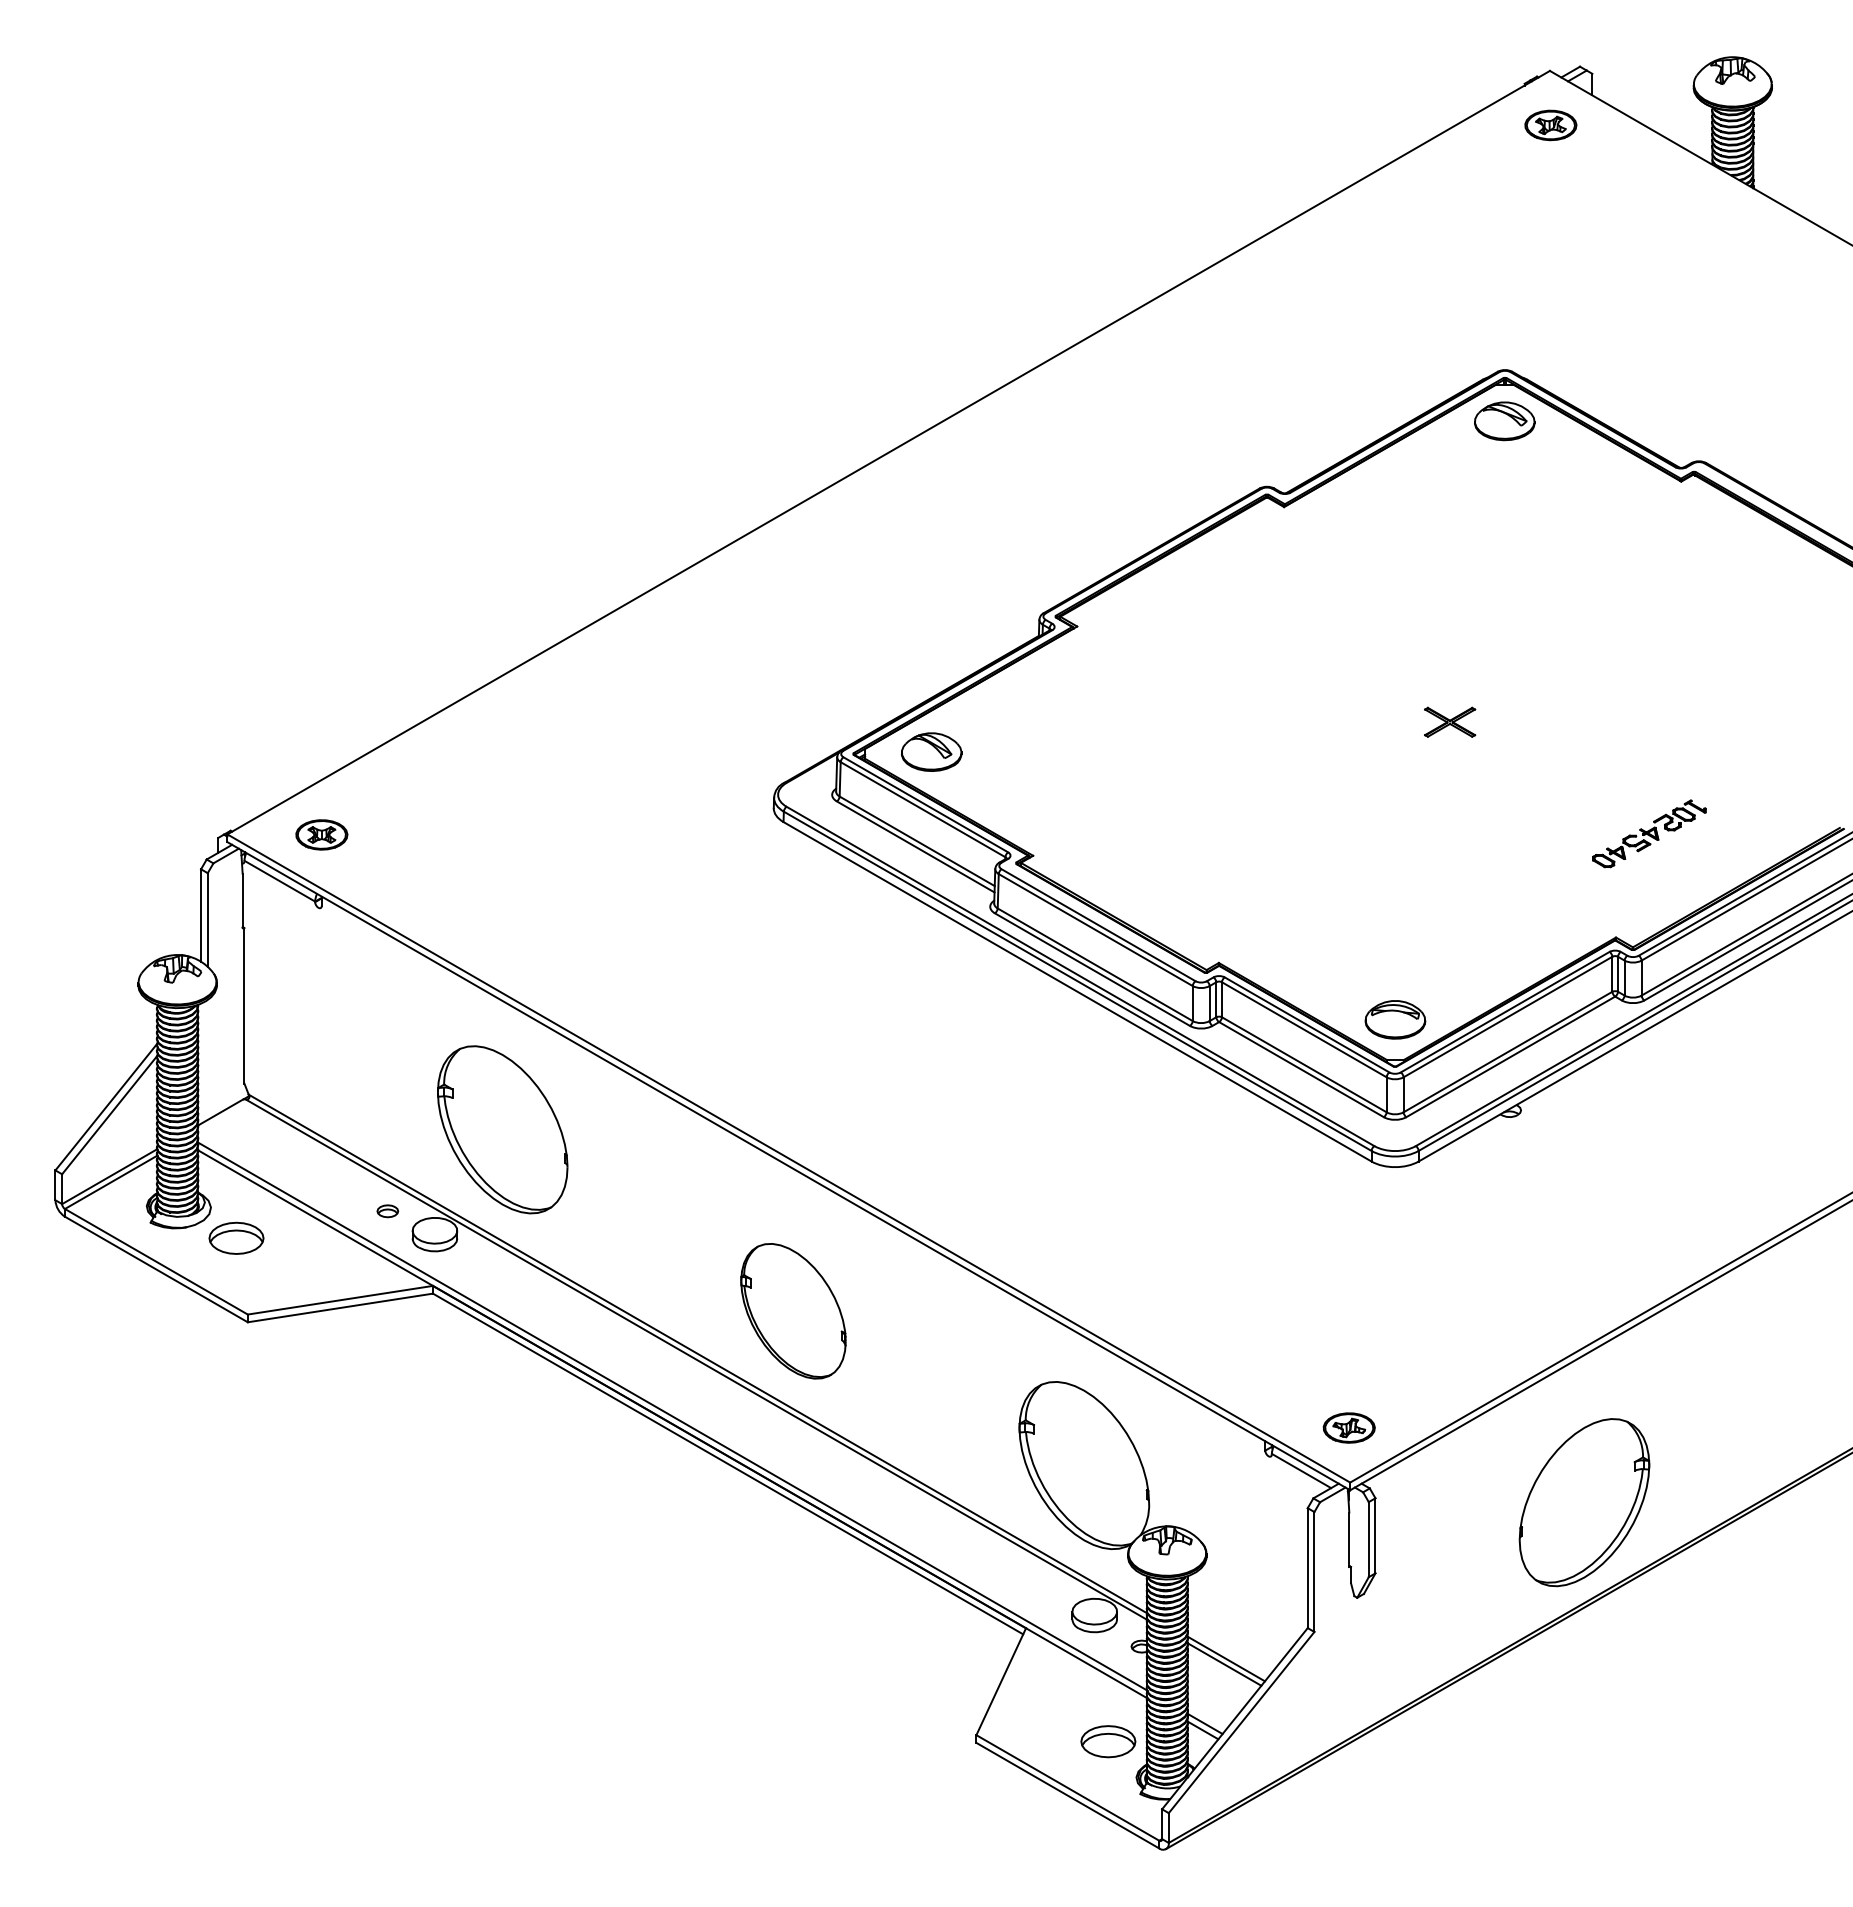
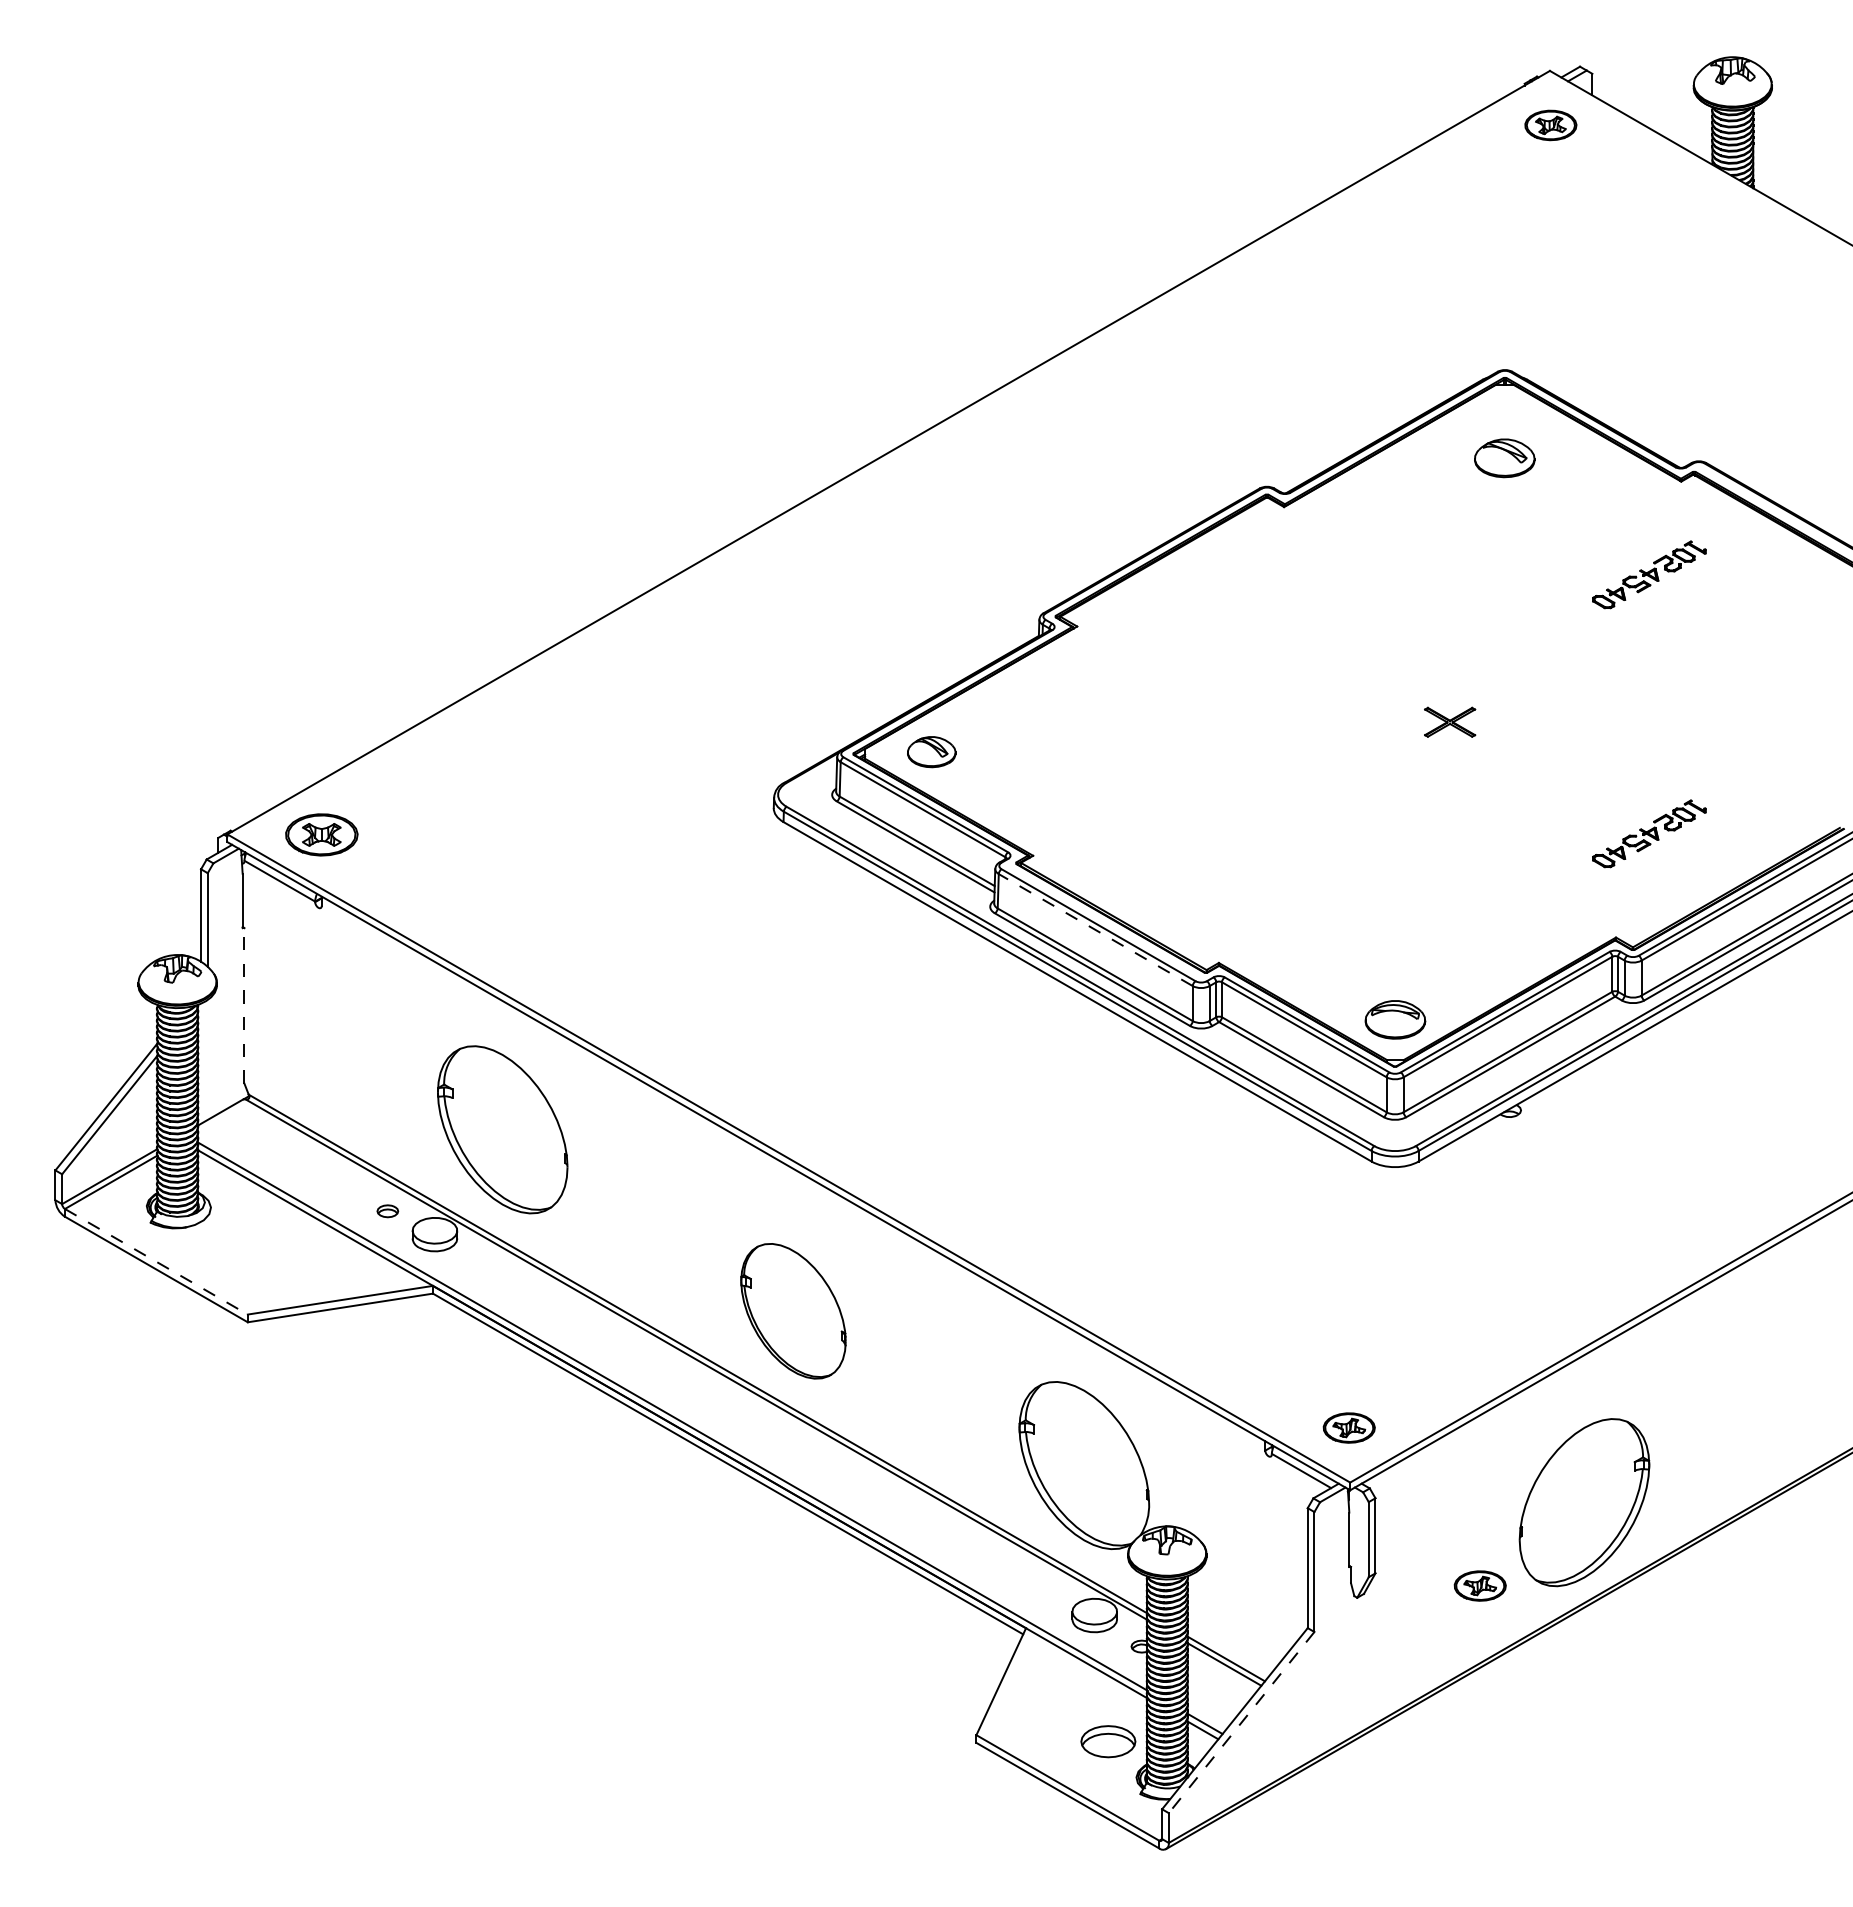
part at (1504, 421) position: (1504, 421) -> (1504, 458)
part at (1649, 574): none -> present
part at (931, 751) size: 62x40 px -> 50x33 px
part at (321, 834) size: 54x32 px -> 74x44 px
line at (1095, 930): solid -> dashed
line at (244, 1005): solid -> dashed
part at (236, 1237): present -> none
line at (156, 1261): solid -> dashed
part at (1479, 1585): none -> present
line at (1241, 1722): solid -> dashed
